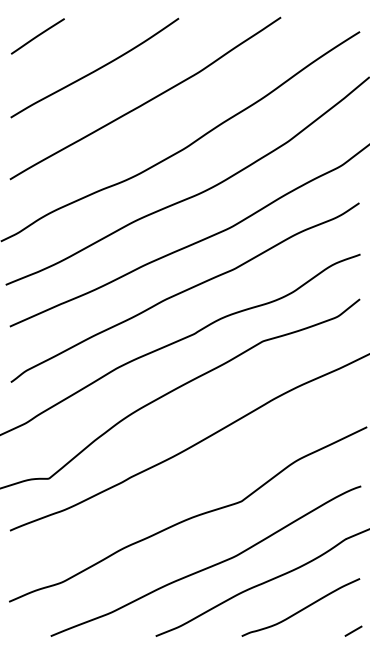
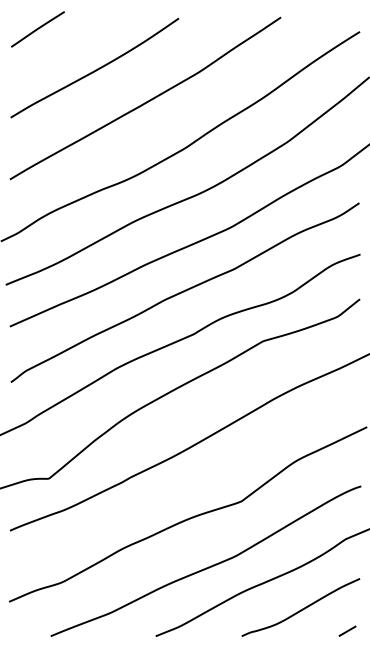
line at (37, 36) position: (37, 36) -> (37, 29)
line at (353, 630) position: (353, 630) -> (347, 630)
